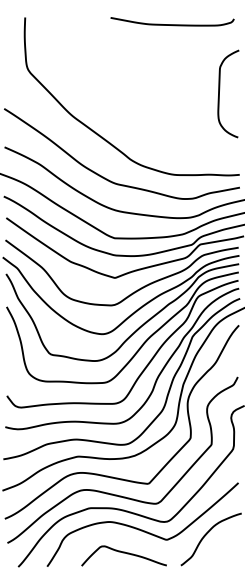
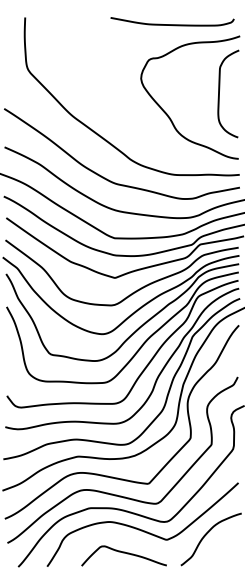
curve at (167, 113): none -> present
